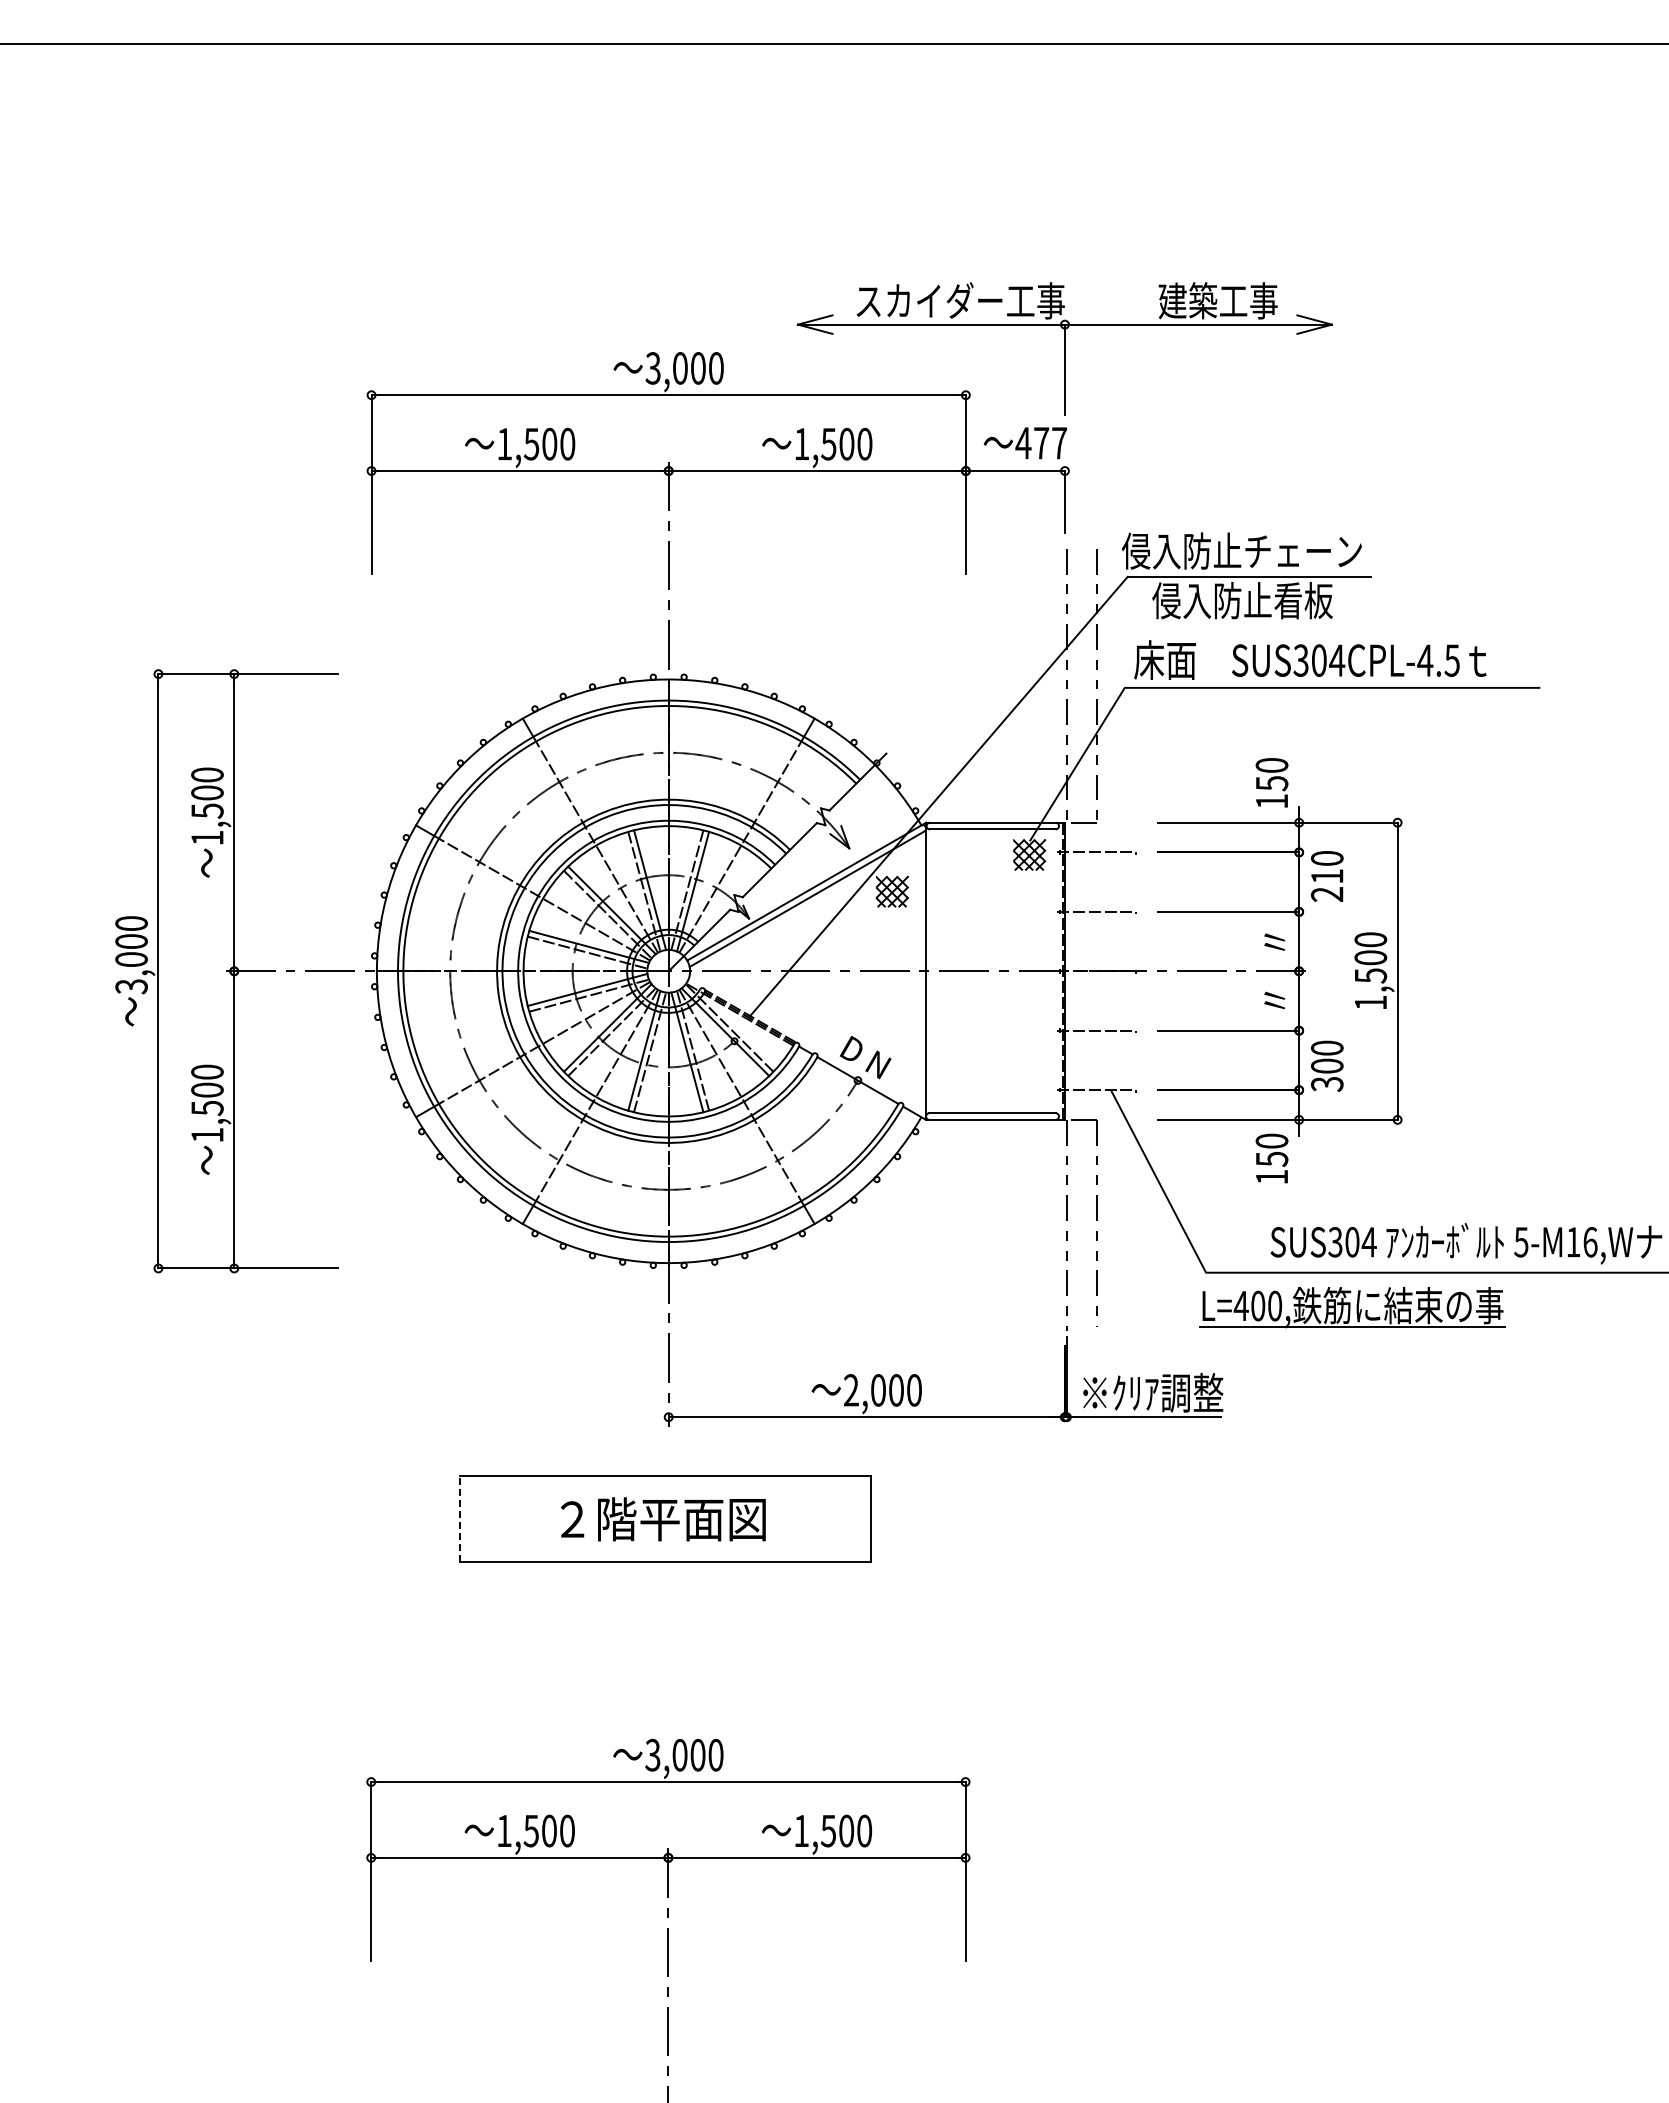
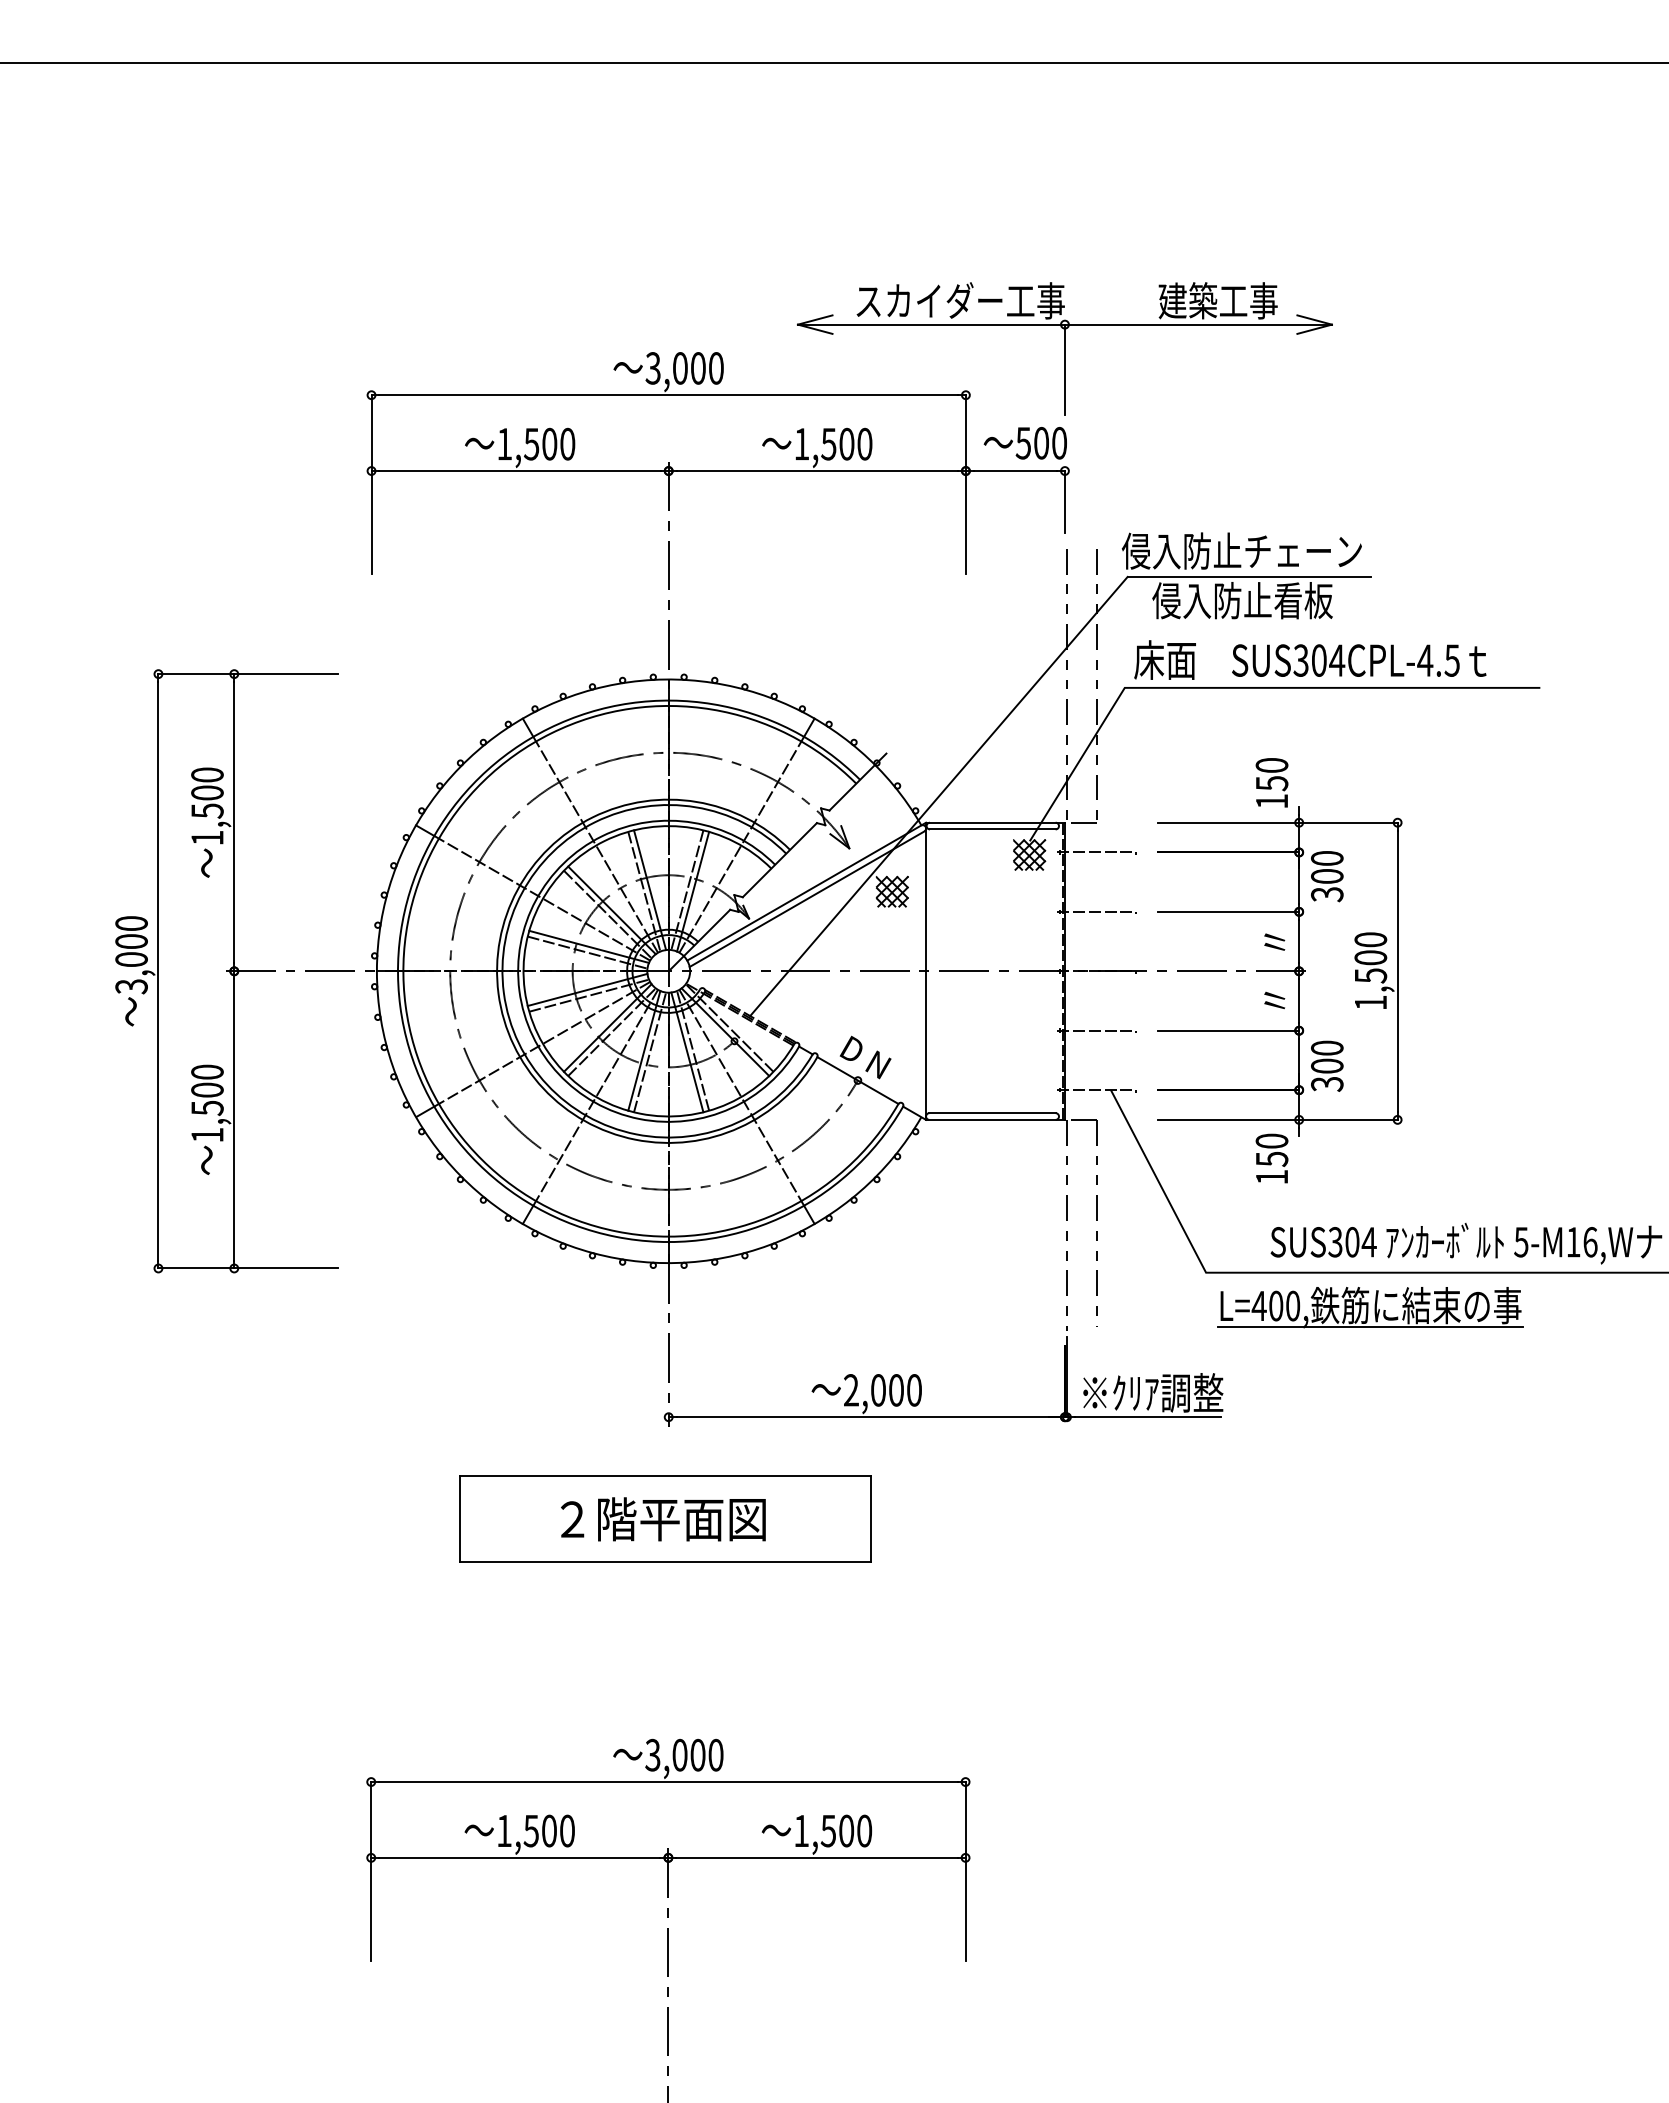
line at (833, 44) position: (833, 44) -> (833, 63)
text at (1041, 442): 477 -> 500
text at (1327, 885): 210 -> 300
part at (1352, 1307) position: (1352, 1307) -> (1370, 1307)
line at (459, 1518): dashed -> solid
